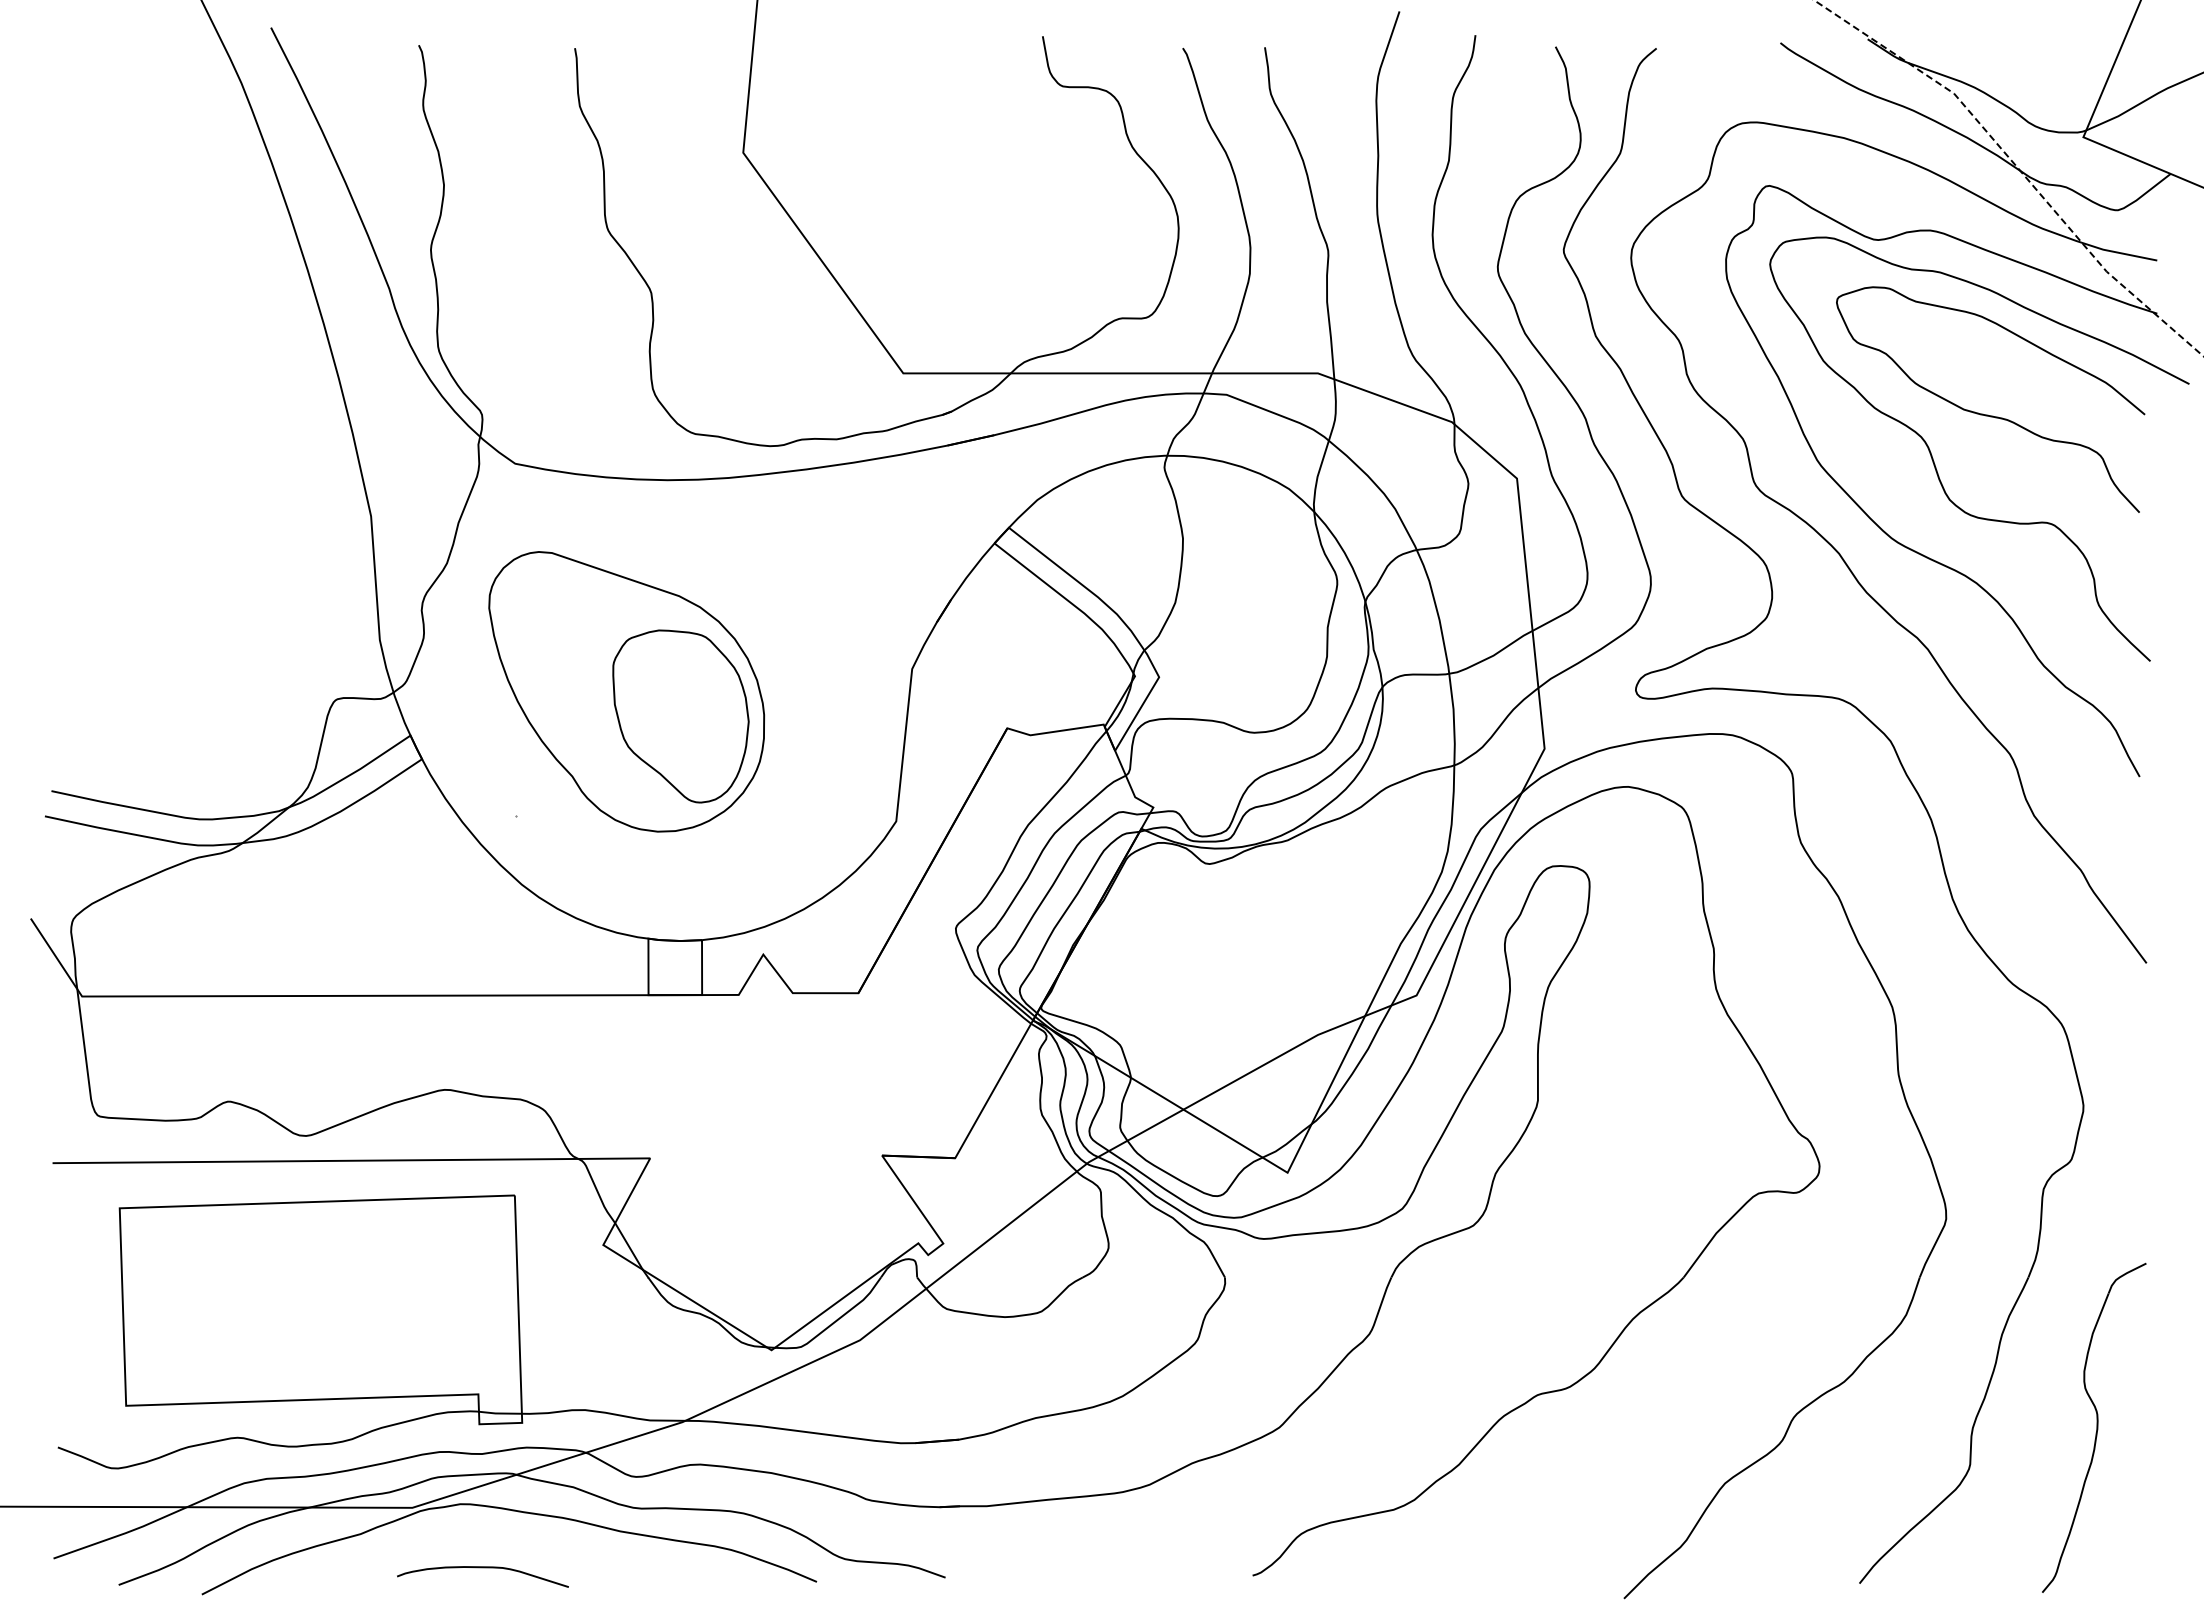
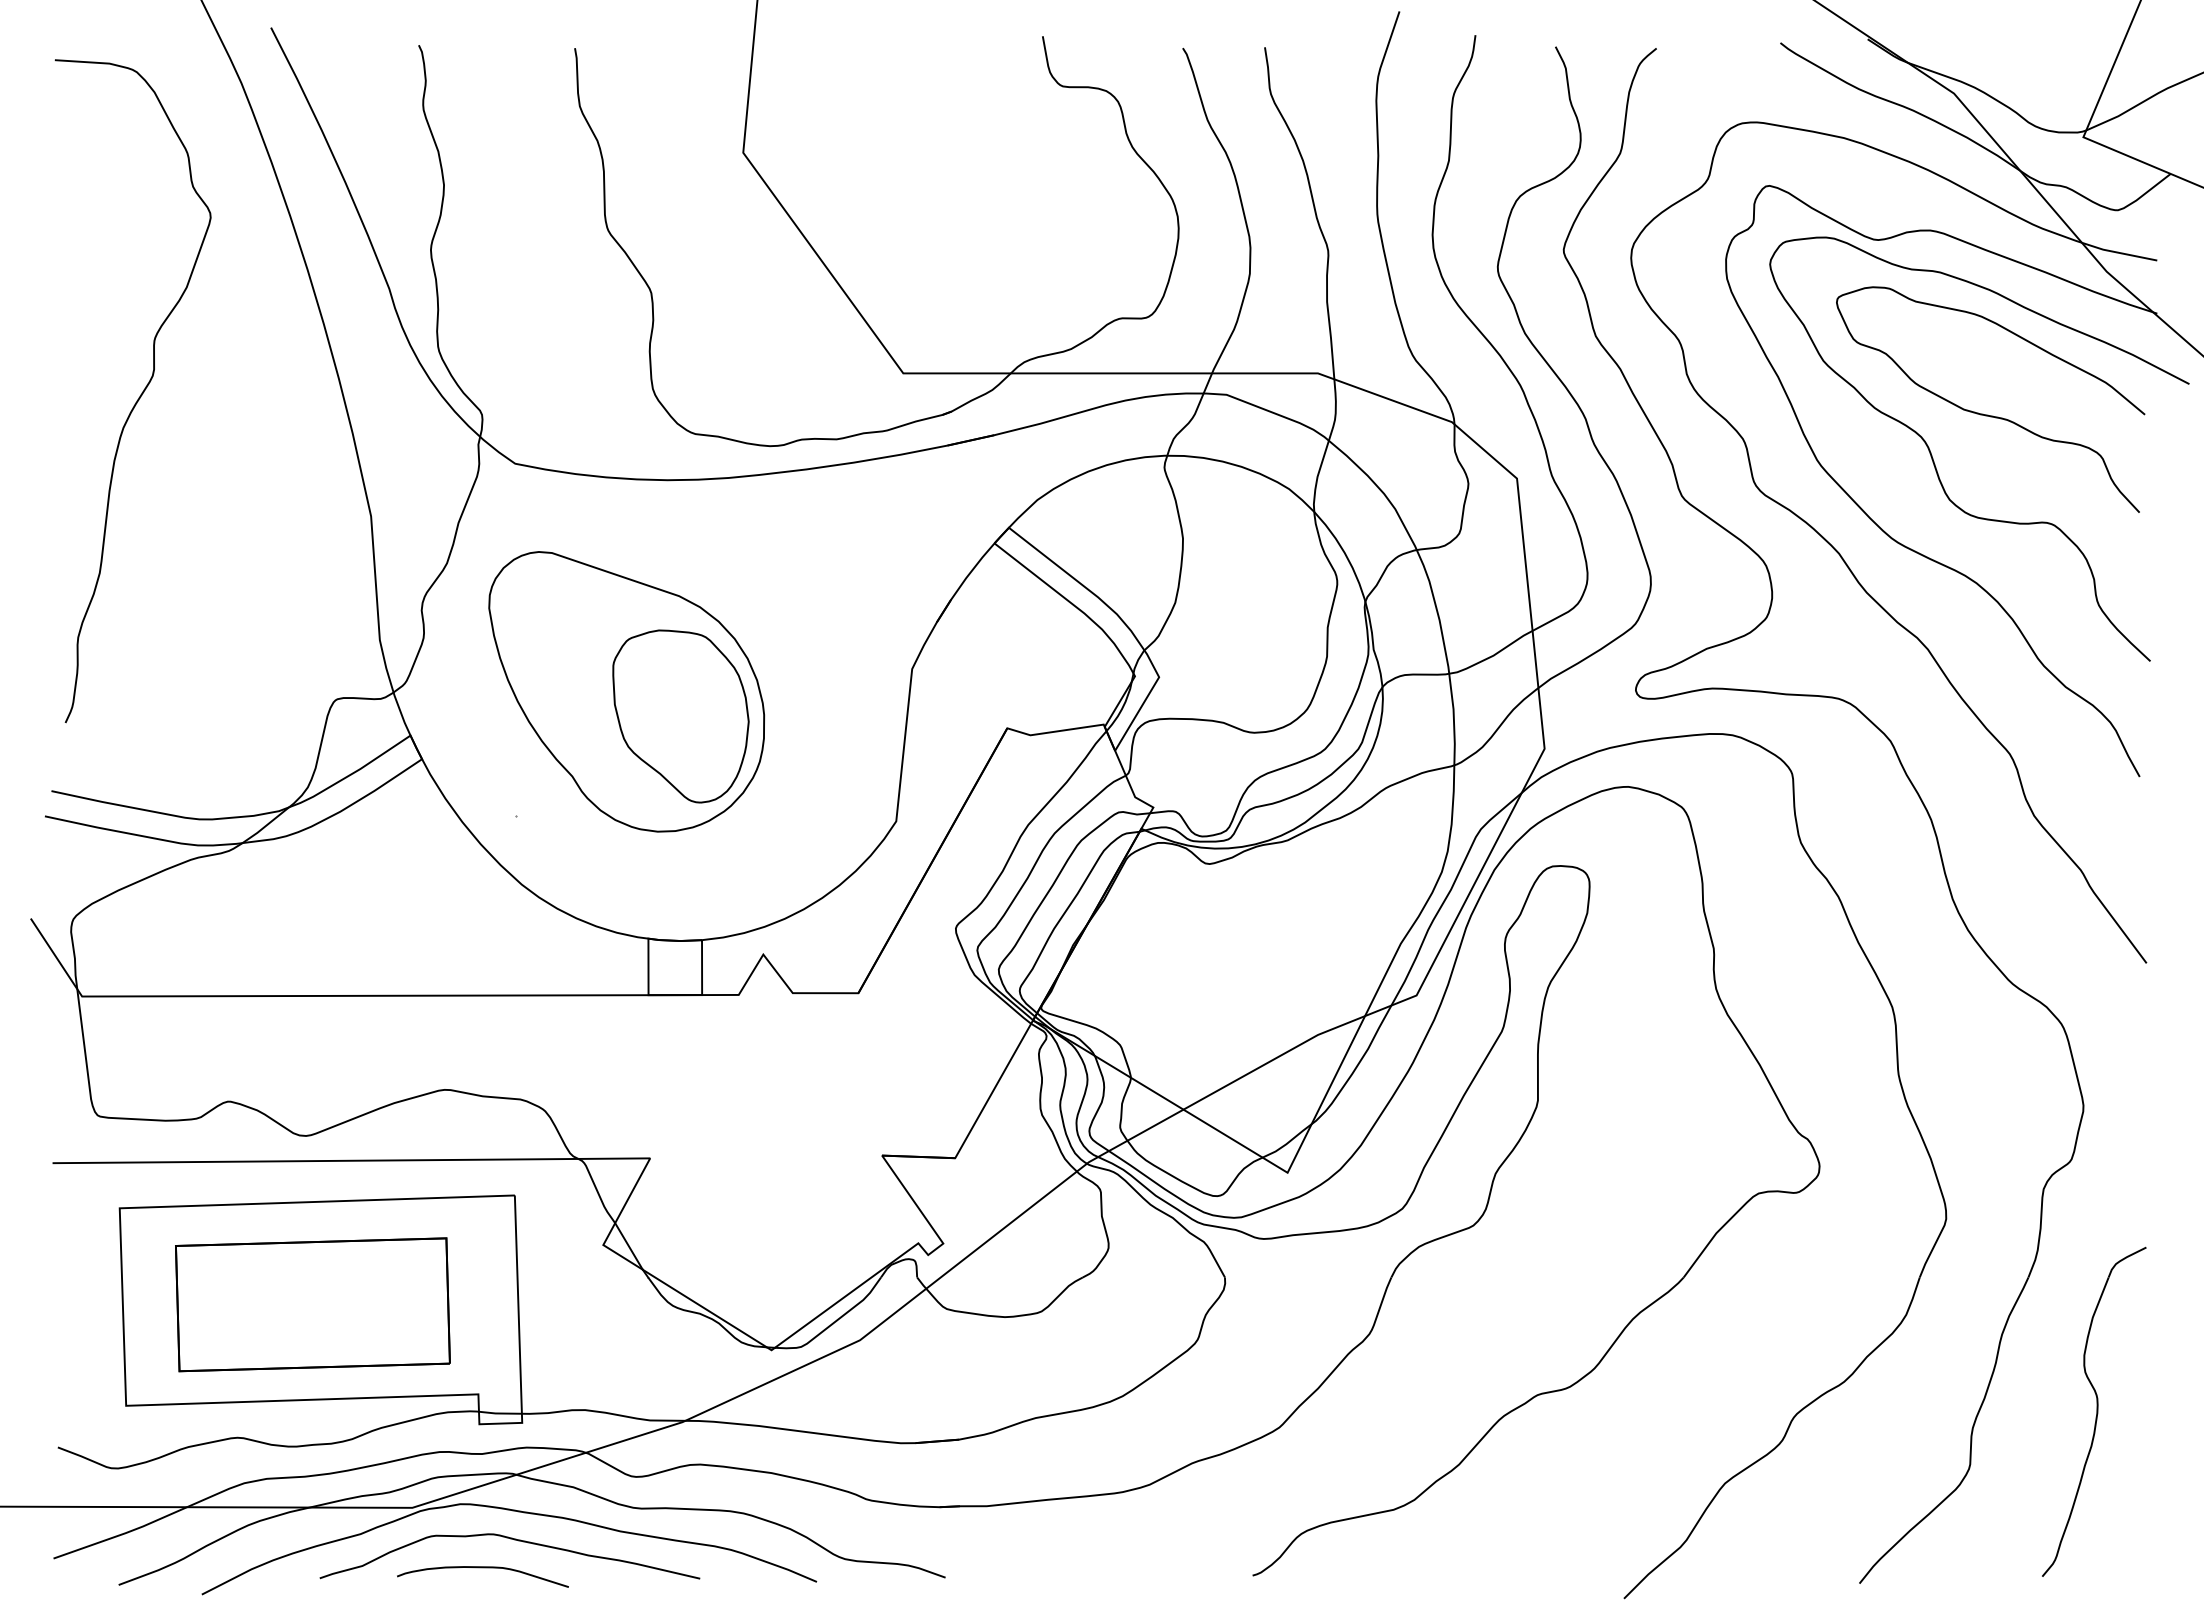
line at (2017, 167): dashed -> solid
curve at (138, 397): none -> present
part at (312, 1304): none -> present
part at (2094, 1427) position: (2094, 1427) -> (2094, 1411)
curve at (514, 1540): none -> present
